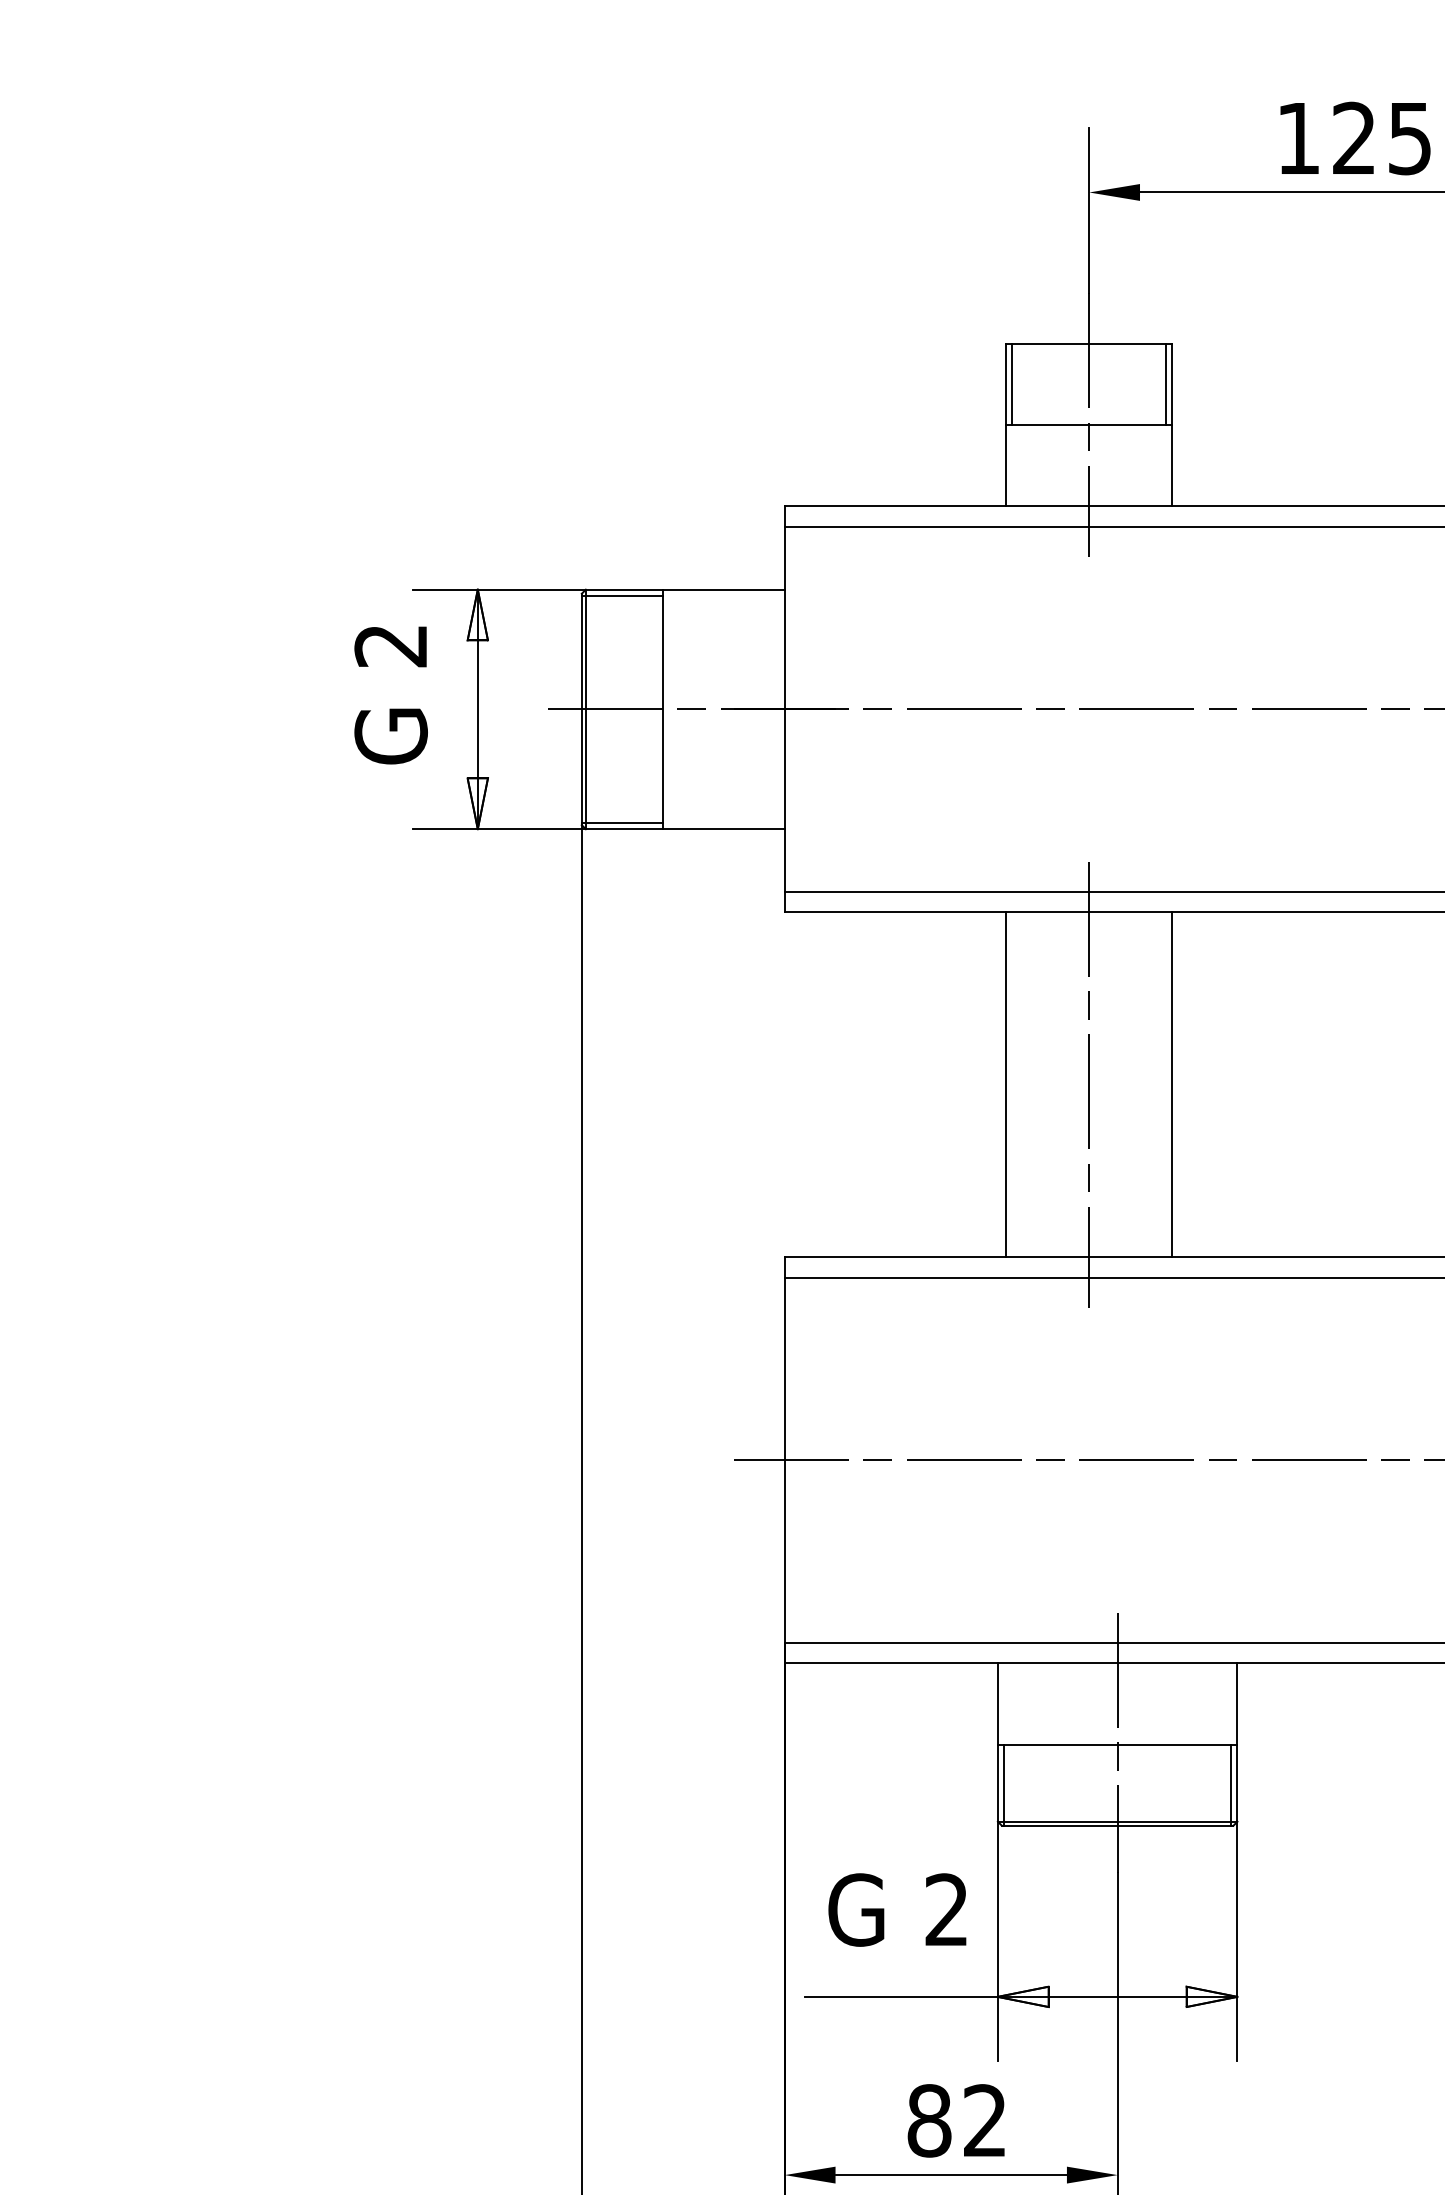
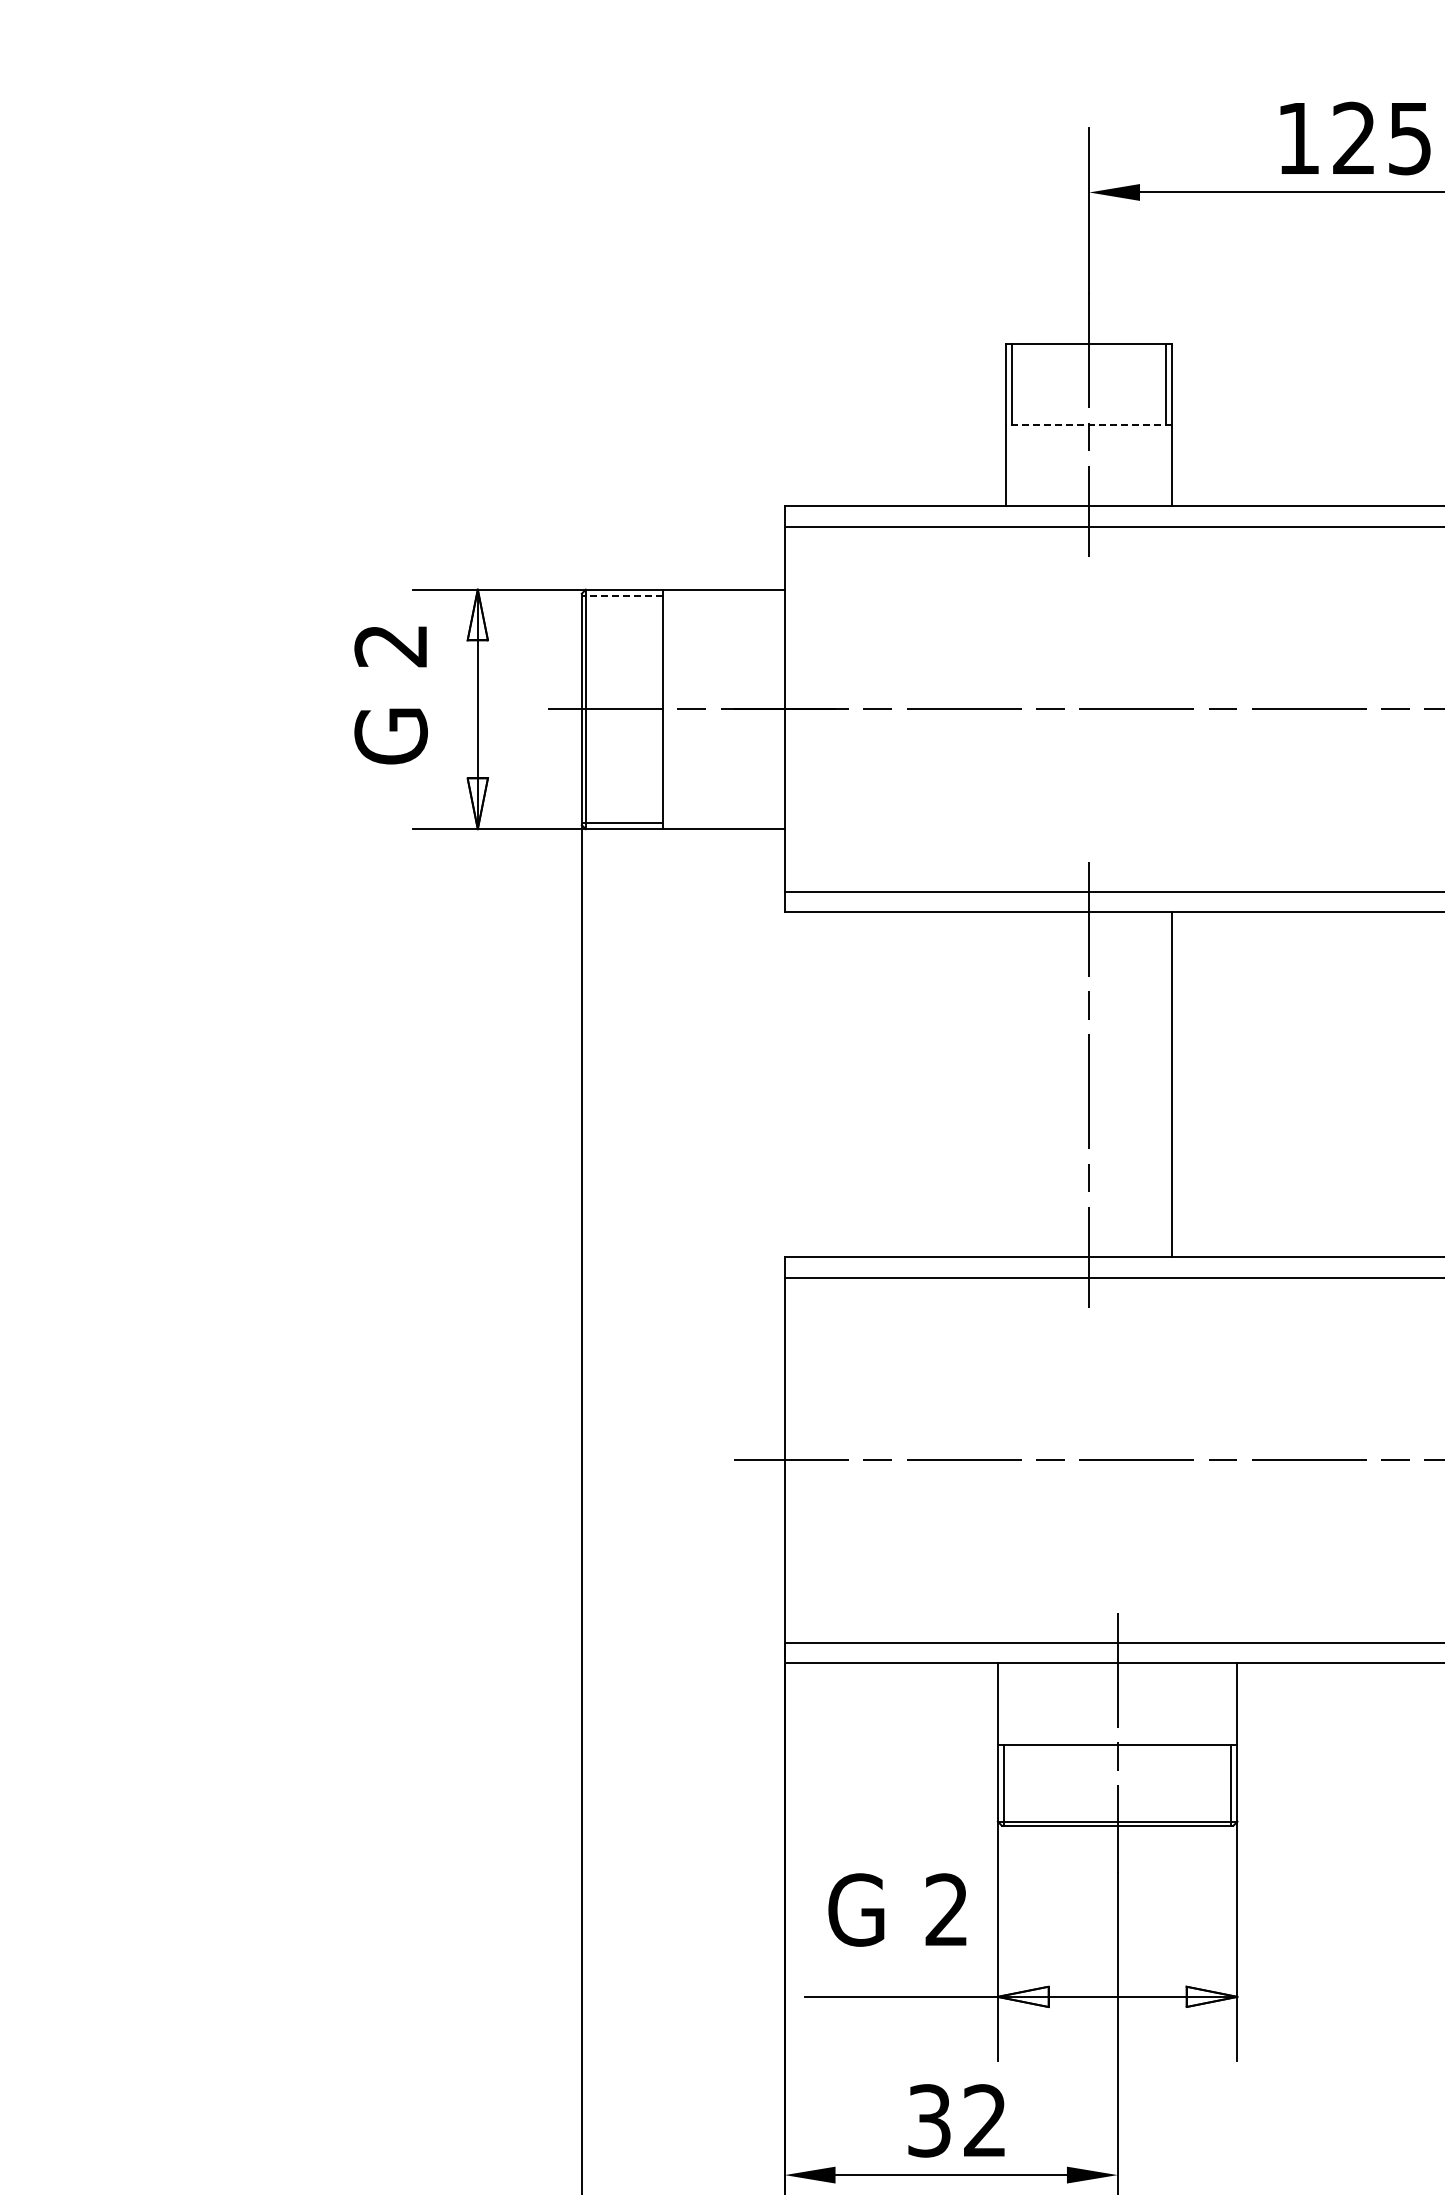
line at (1088, 425): solid -> dashed
line at (622, 595): solid -> dashed
line at (1006, 1084): present -> none
text at (929, 2120): 82 -> 32
